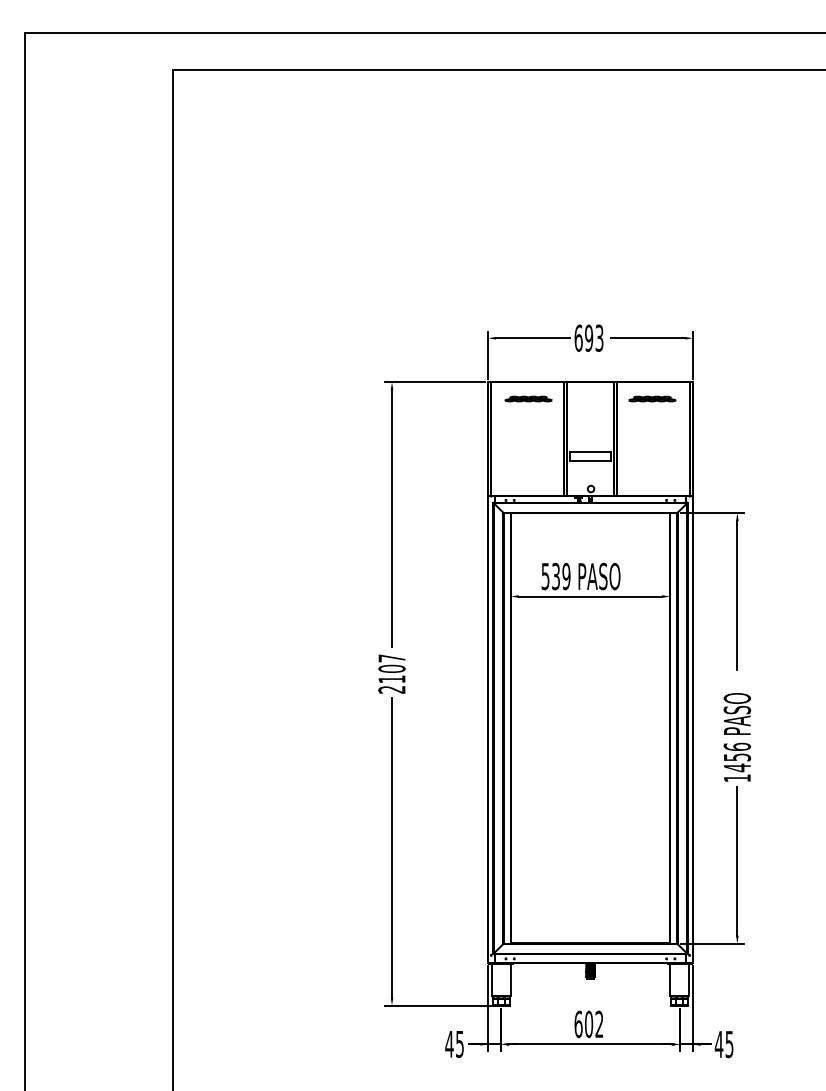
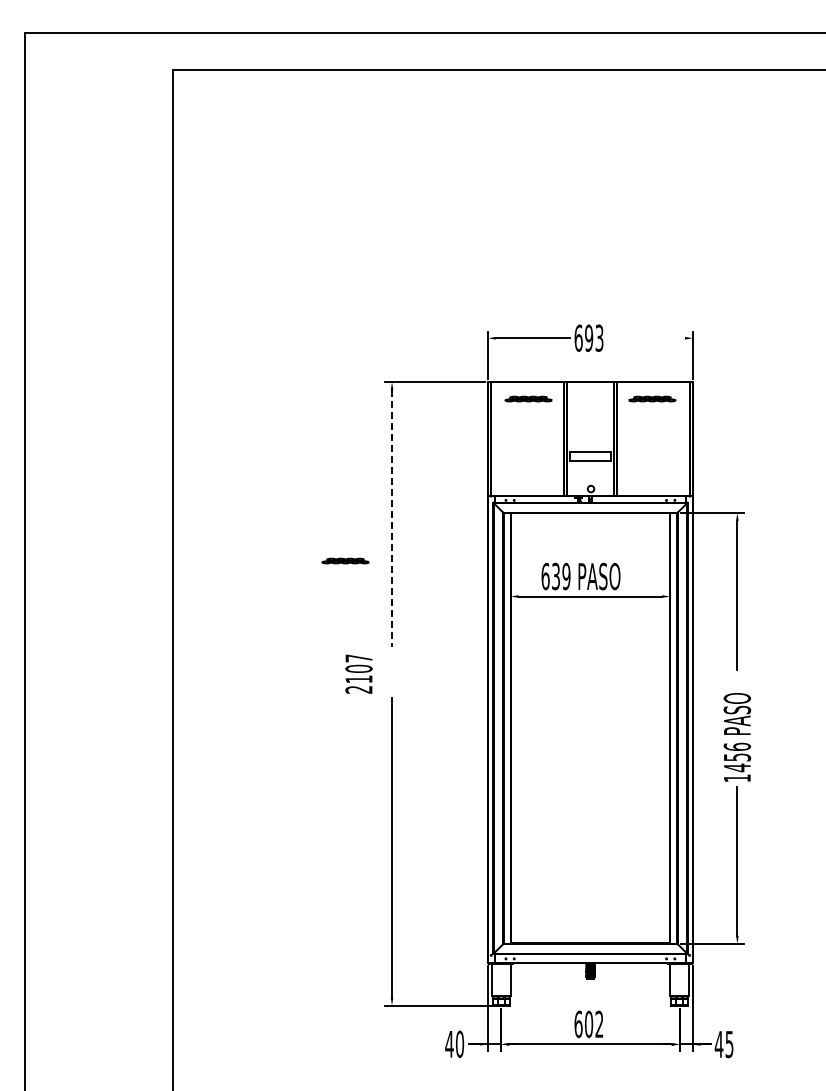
line at (647, 338): present -> none
line at (392, 518): solid -> dashed
part at (345, 560): none -> present
text at (545, 576): 539 -> 639
text at (391, 673) position: (391, 673) -> (358, 673)
text at (459, 1043): 45 -> 40
